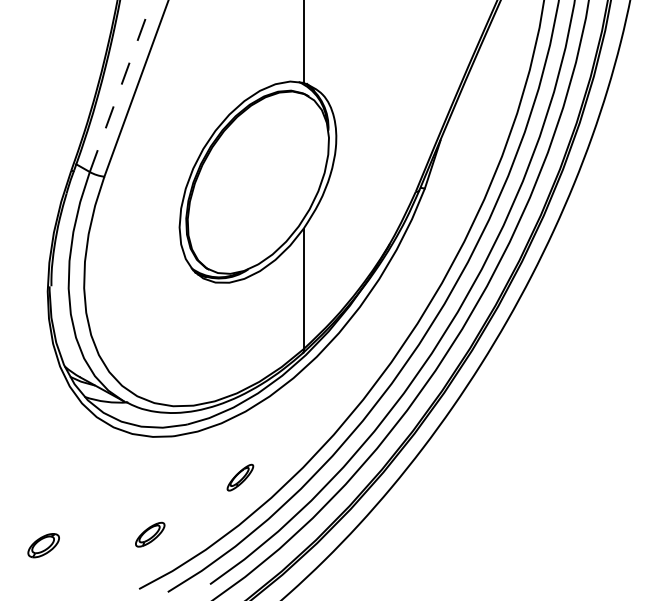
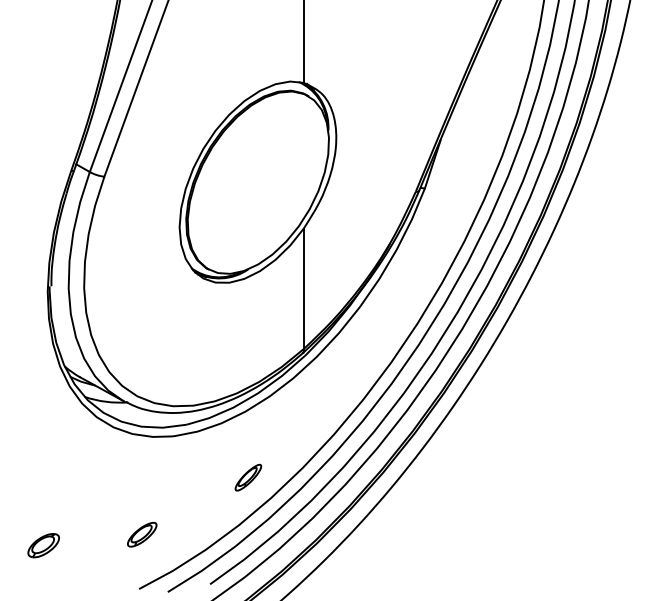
line at (121, 85): dashed -> solid
part at (240, 477) position: (240, 477) -> (248, 477)
part at (150, 534) position: (150, 534) -> (142, 534)
